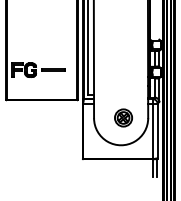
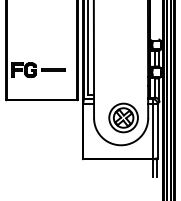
part at (123, 117) size: 19x20 px -> 31x32 px
